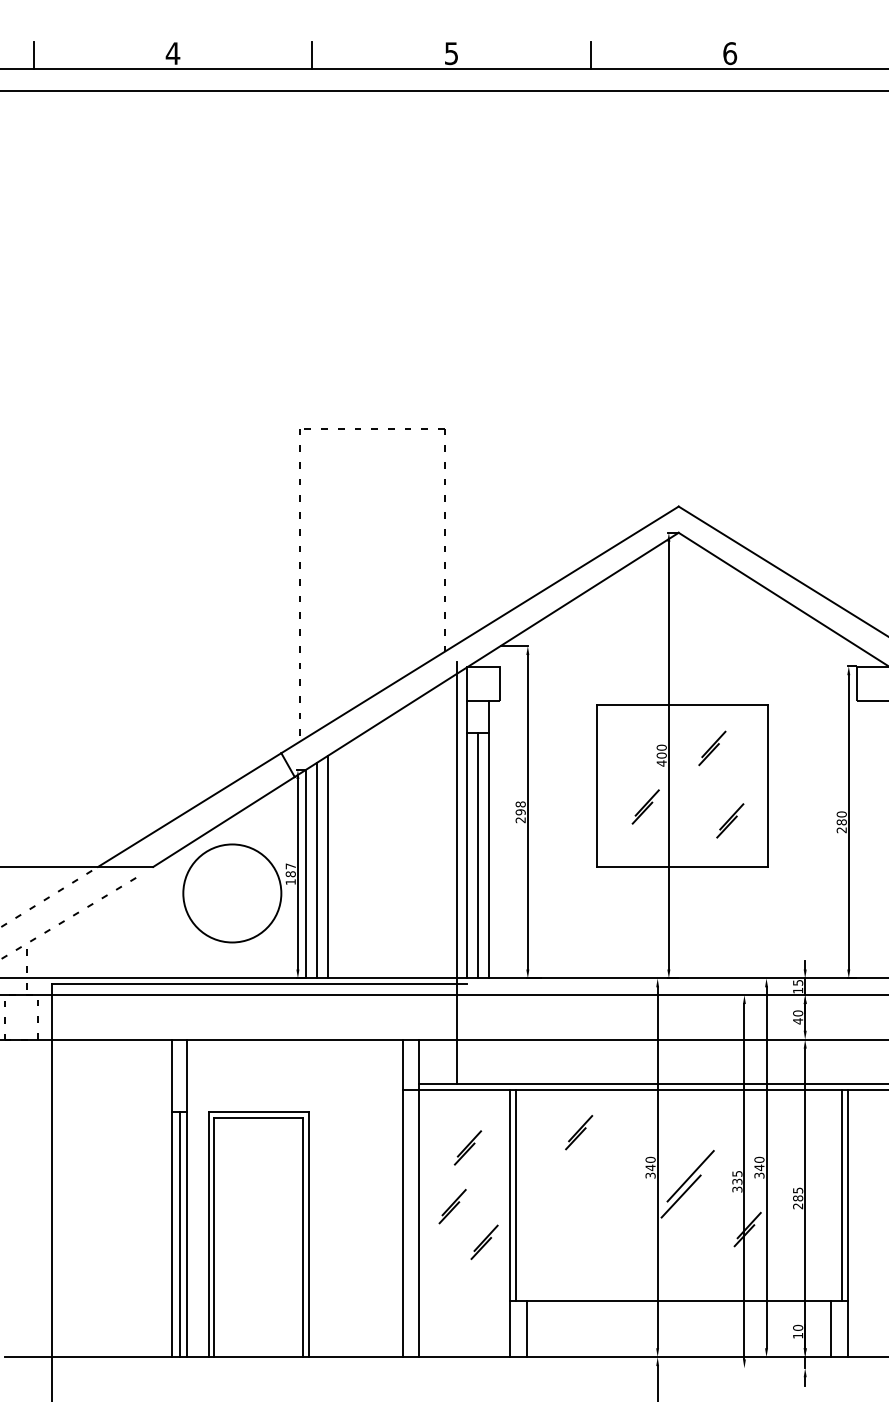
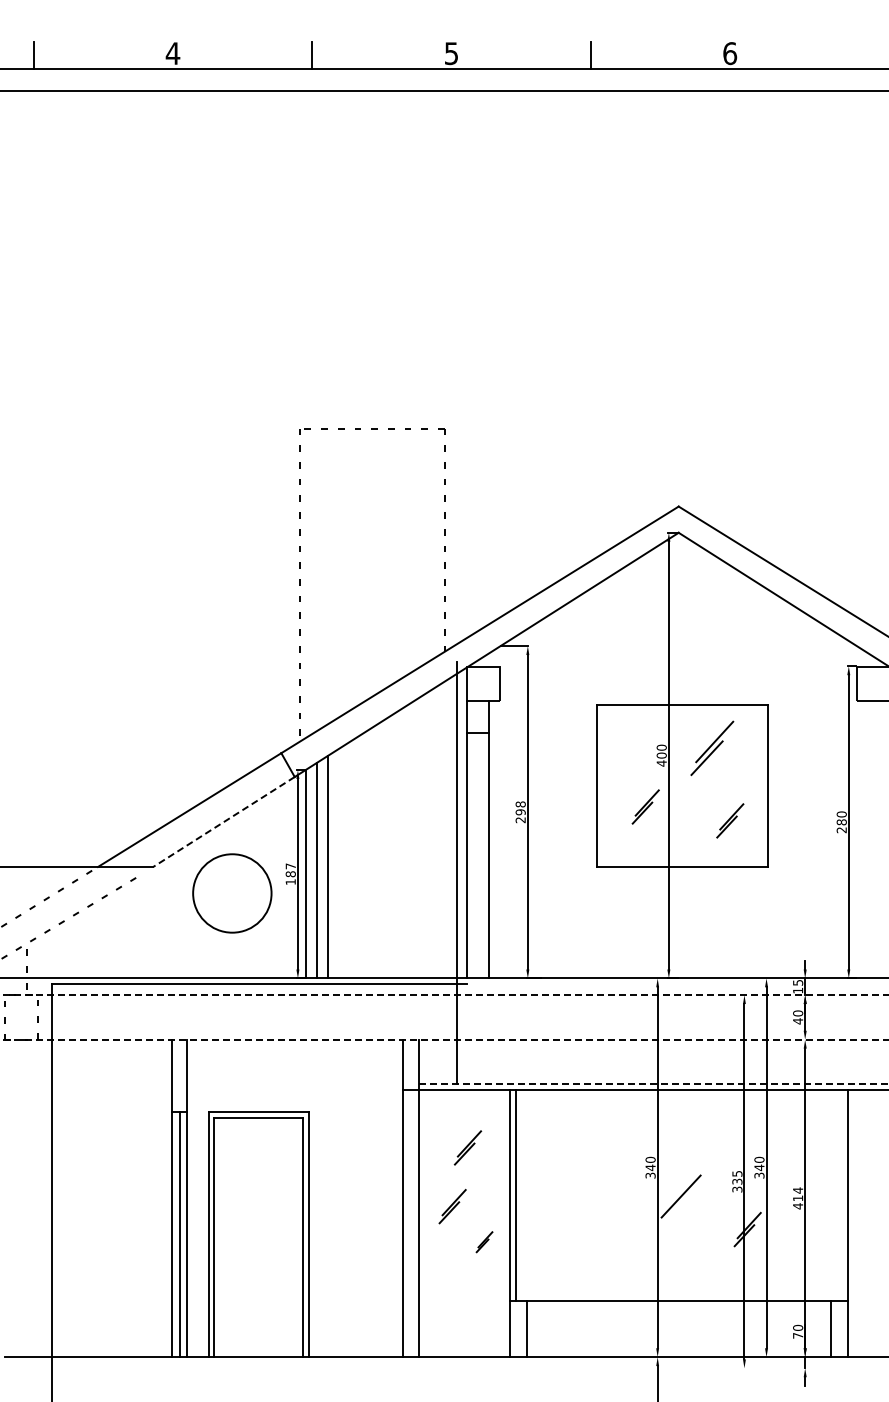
part at (712, 748) size: 29x37 px -> 45x57 px
line at (223, 822): solid -> dashed
line at (478, 855): present -> none
circle at (232, 893) diameter: 98 px -> 78 px
line at (444, 995): solid -> dashed
line at (444, 1039): solid -> dashed
line at (653, 1084): solid -> dashed
part at (579, 1132): present -> none
line at (690, 1176): present -> none
line at (842, 1195): present -> none
text at (798, 1198): 285 -> 414
part at (484, 1241) size: 29x36 px -> 19x23 px
text at (798, 1335): 10 -> 70
